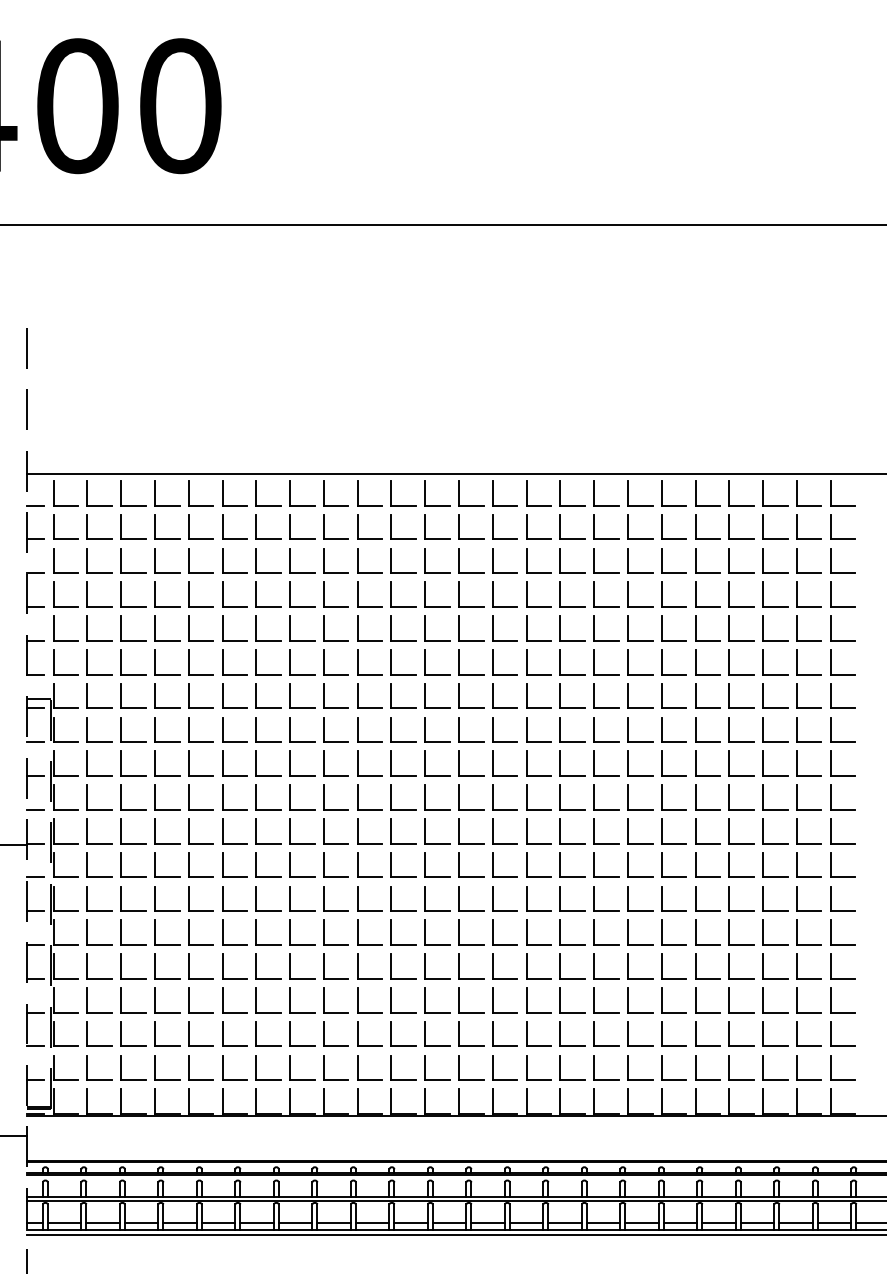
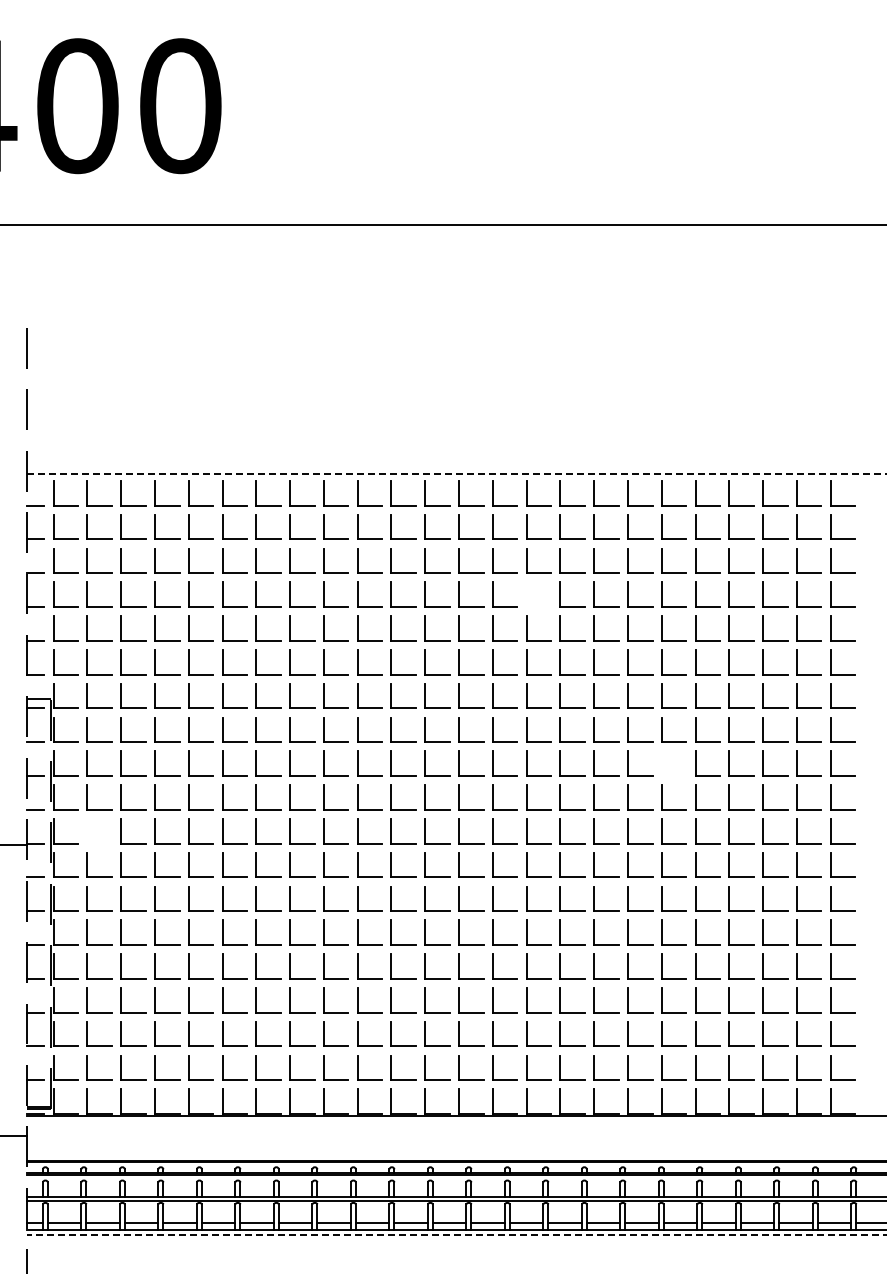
line at (456, 473): solid -> dashed
part at (527, 594): present -> none
part at (662, 763): present -> none
part at (87, 831): present -> none
line at (456, 1234): solid -> dashed
